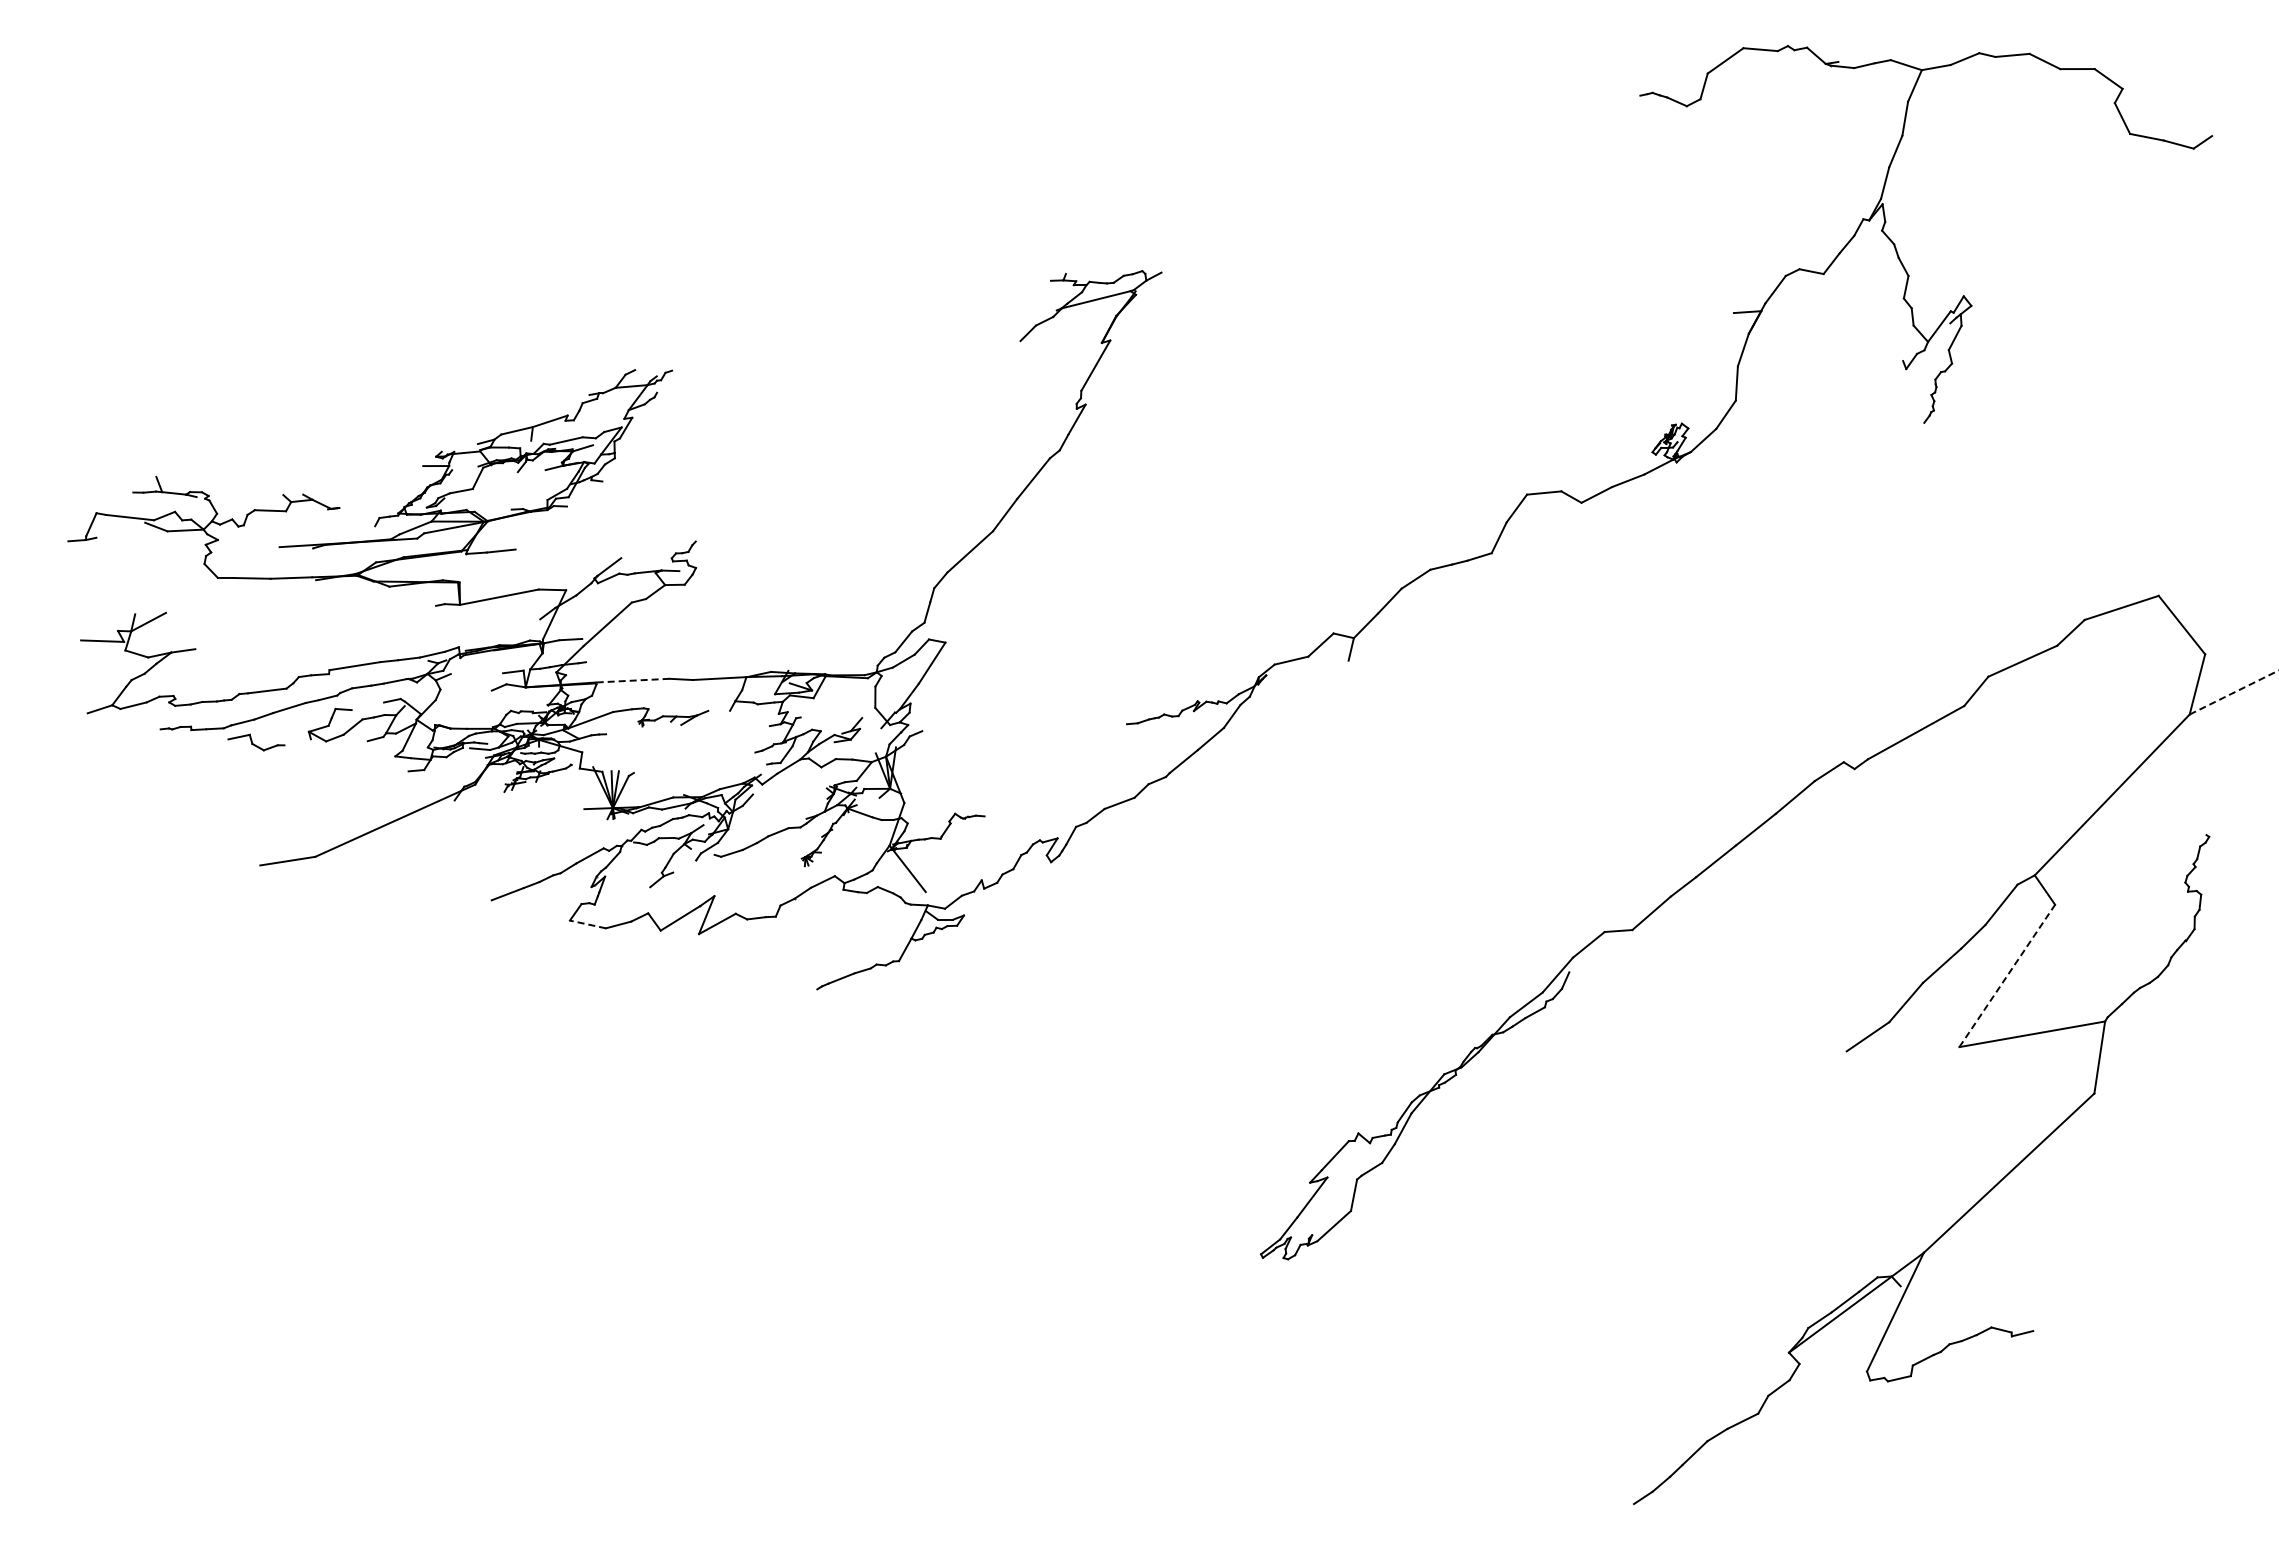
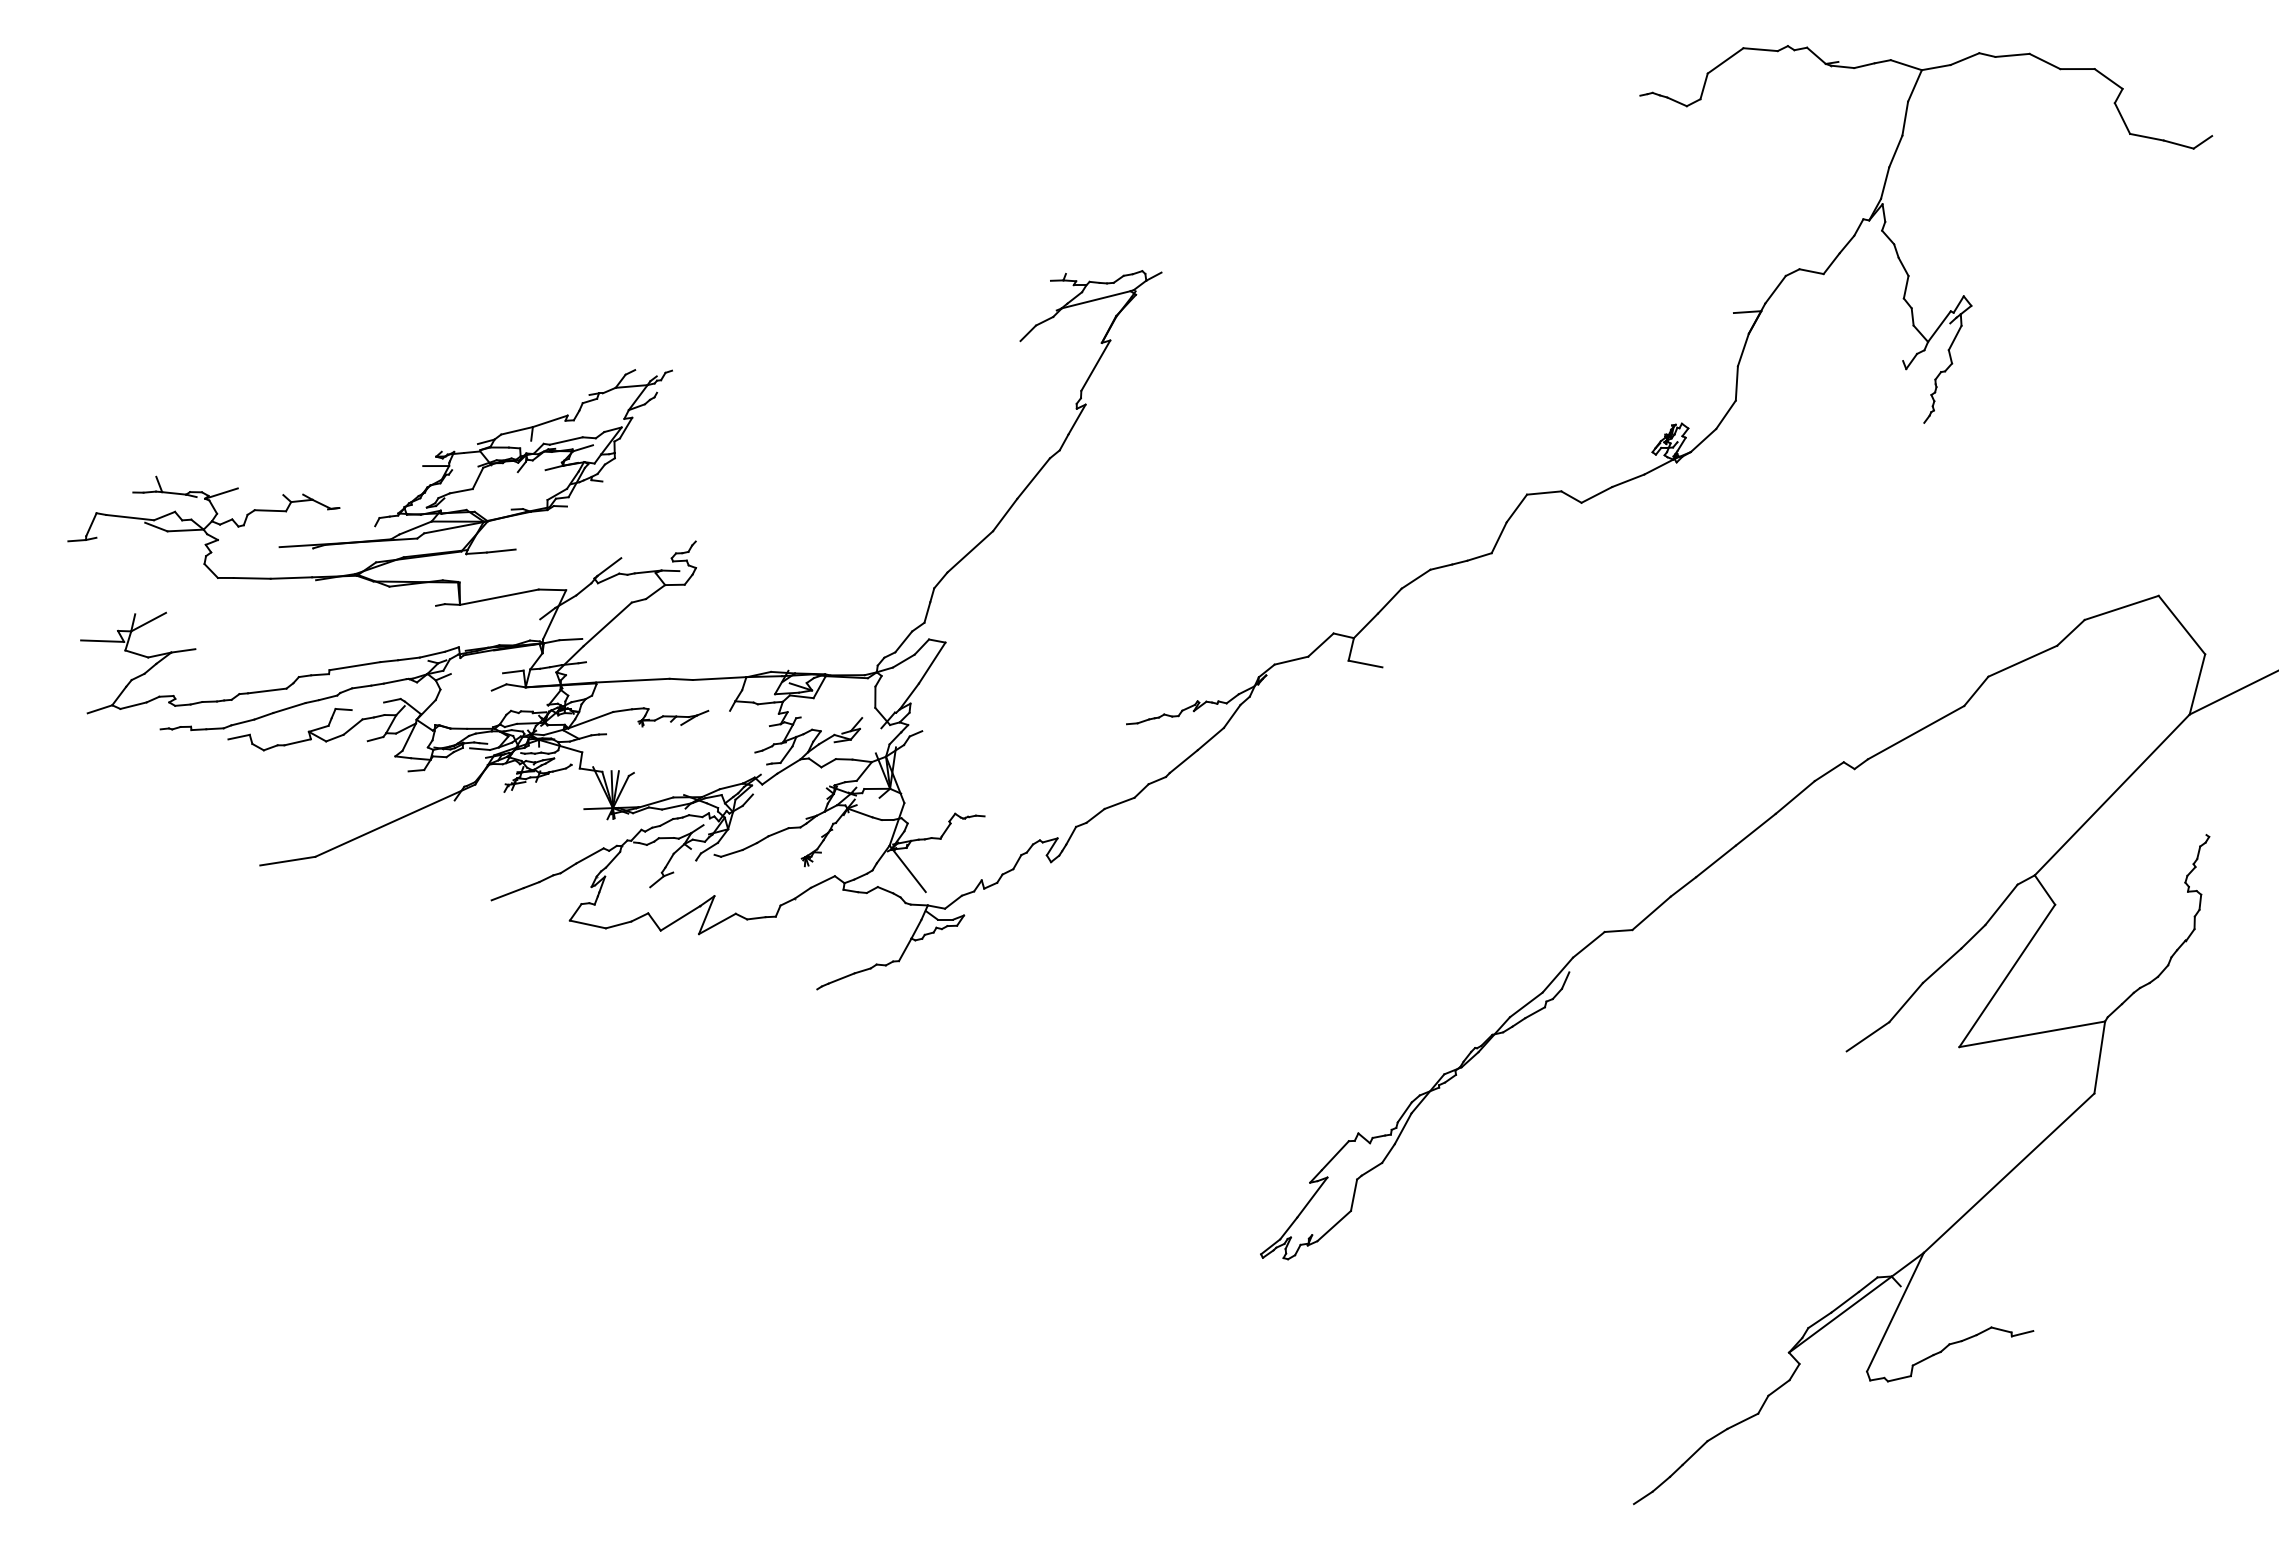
line at (221, 493): none -> present
line at (1365, 663): none -> present
line at (632, 680): dashed -> solid
line at (2234, 692): dashed -> solid
line at (297, 742): none -> present
line at (587, 924): dashed -> solid
line at (2007, 975): dashed -> solid
